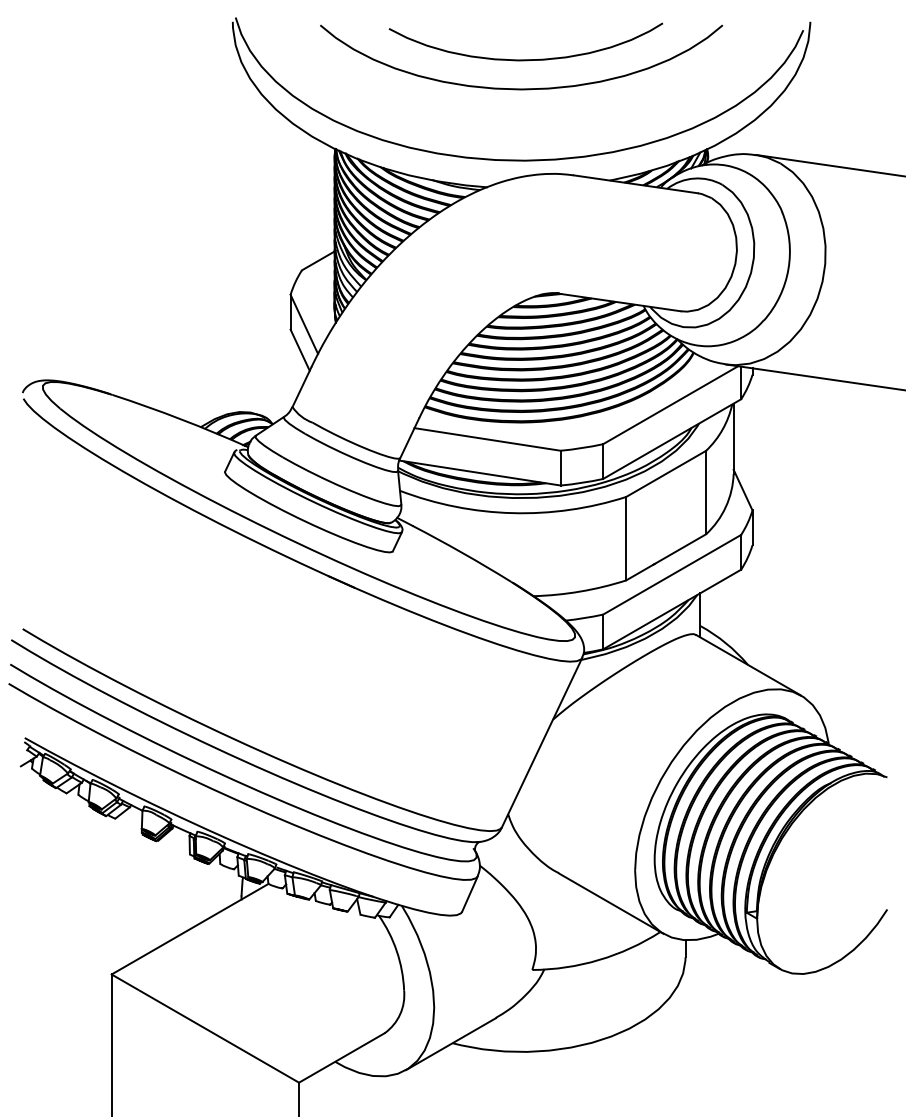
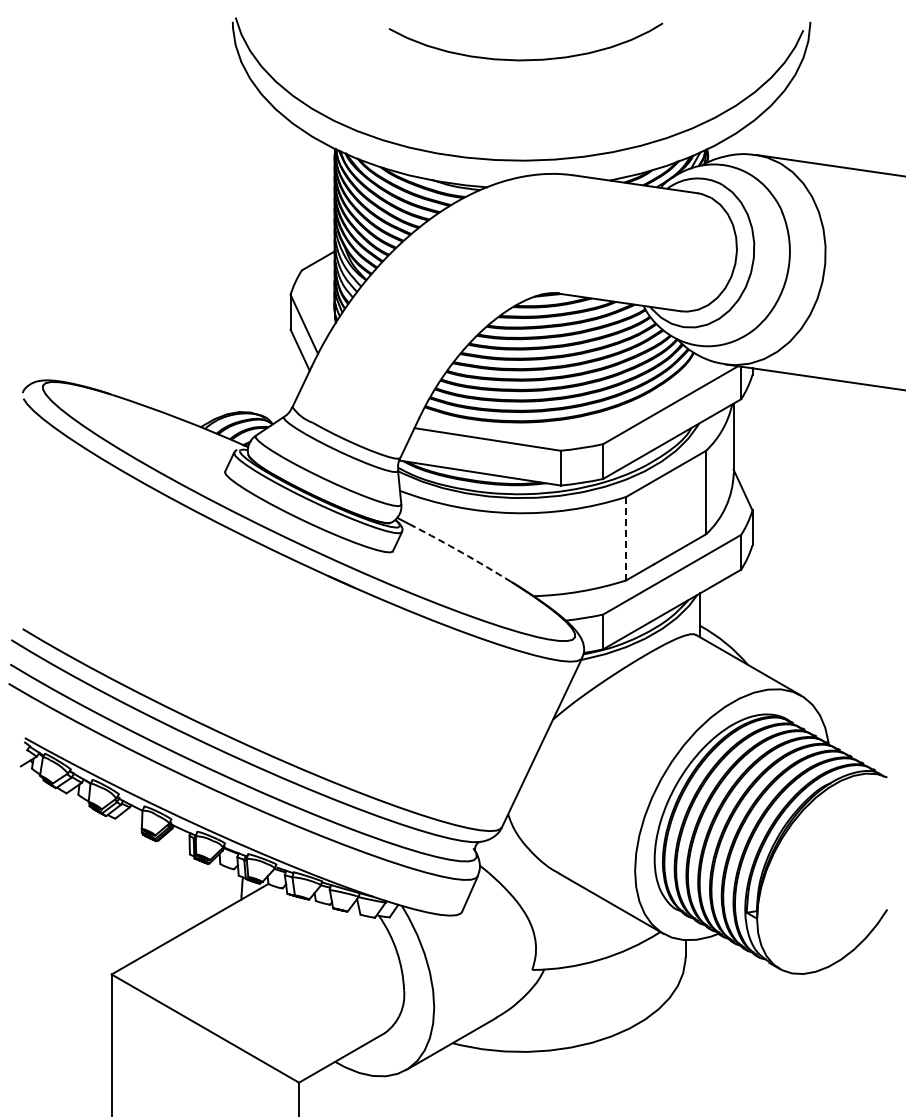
curve at (521, 88): present -> none
line at (626, 538): solid -> dashed
arc at (462, 552): solid -> dashed
